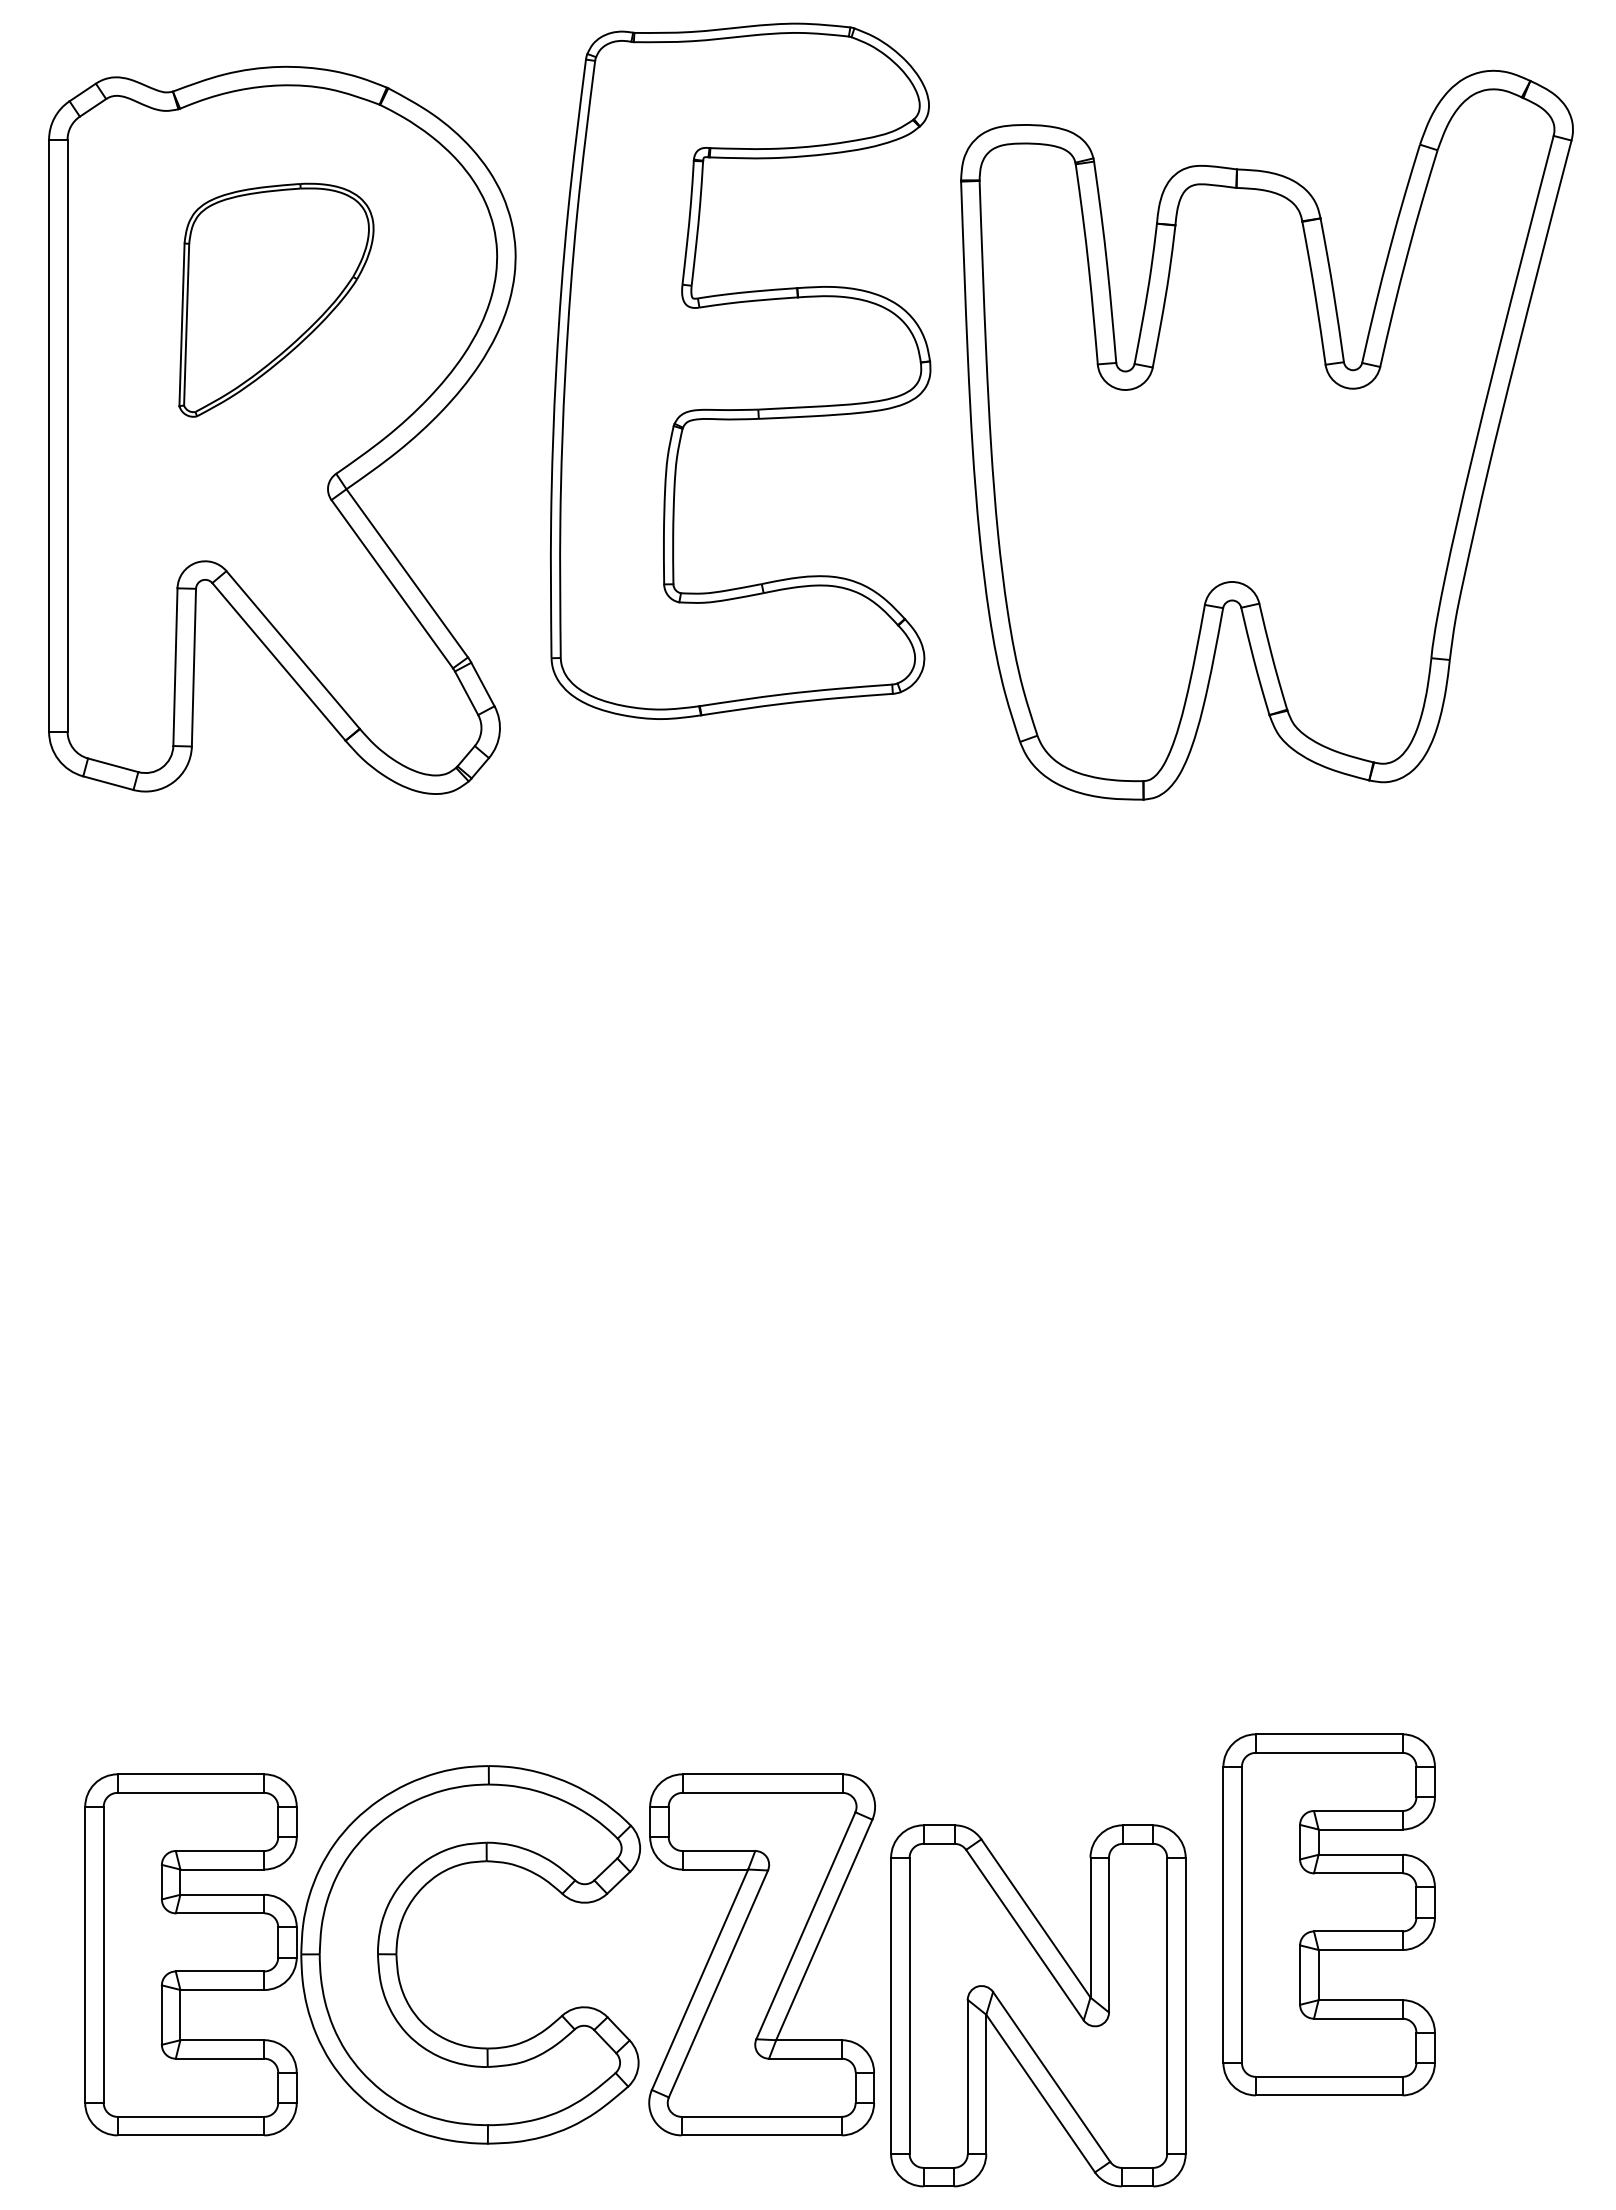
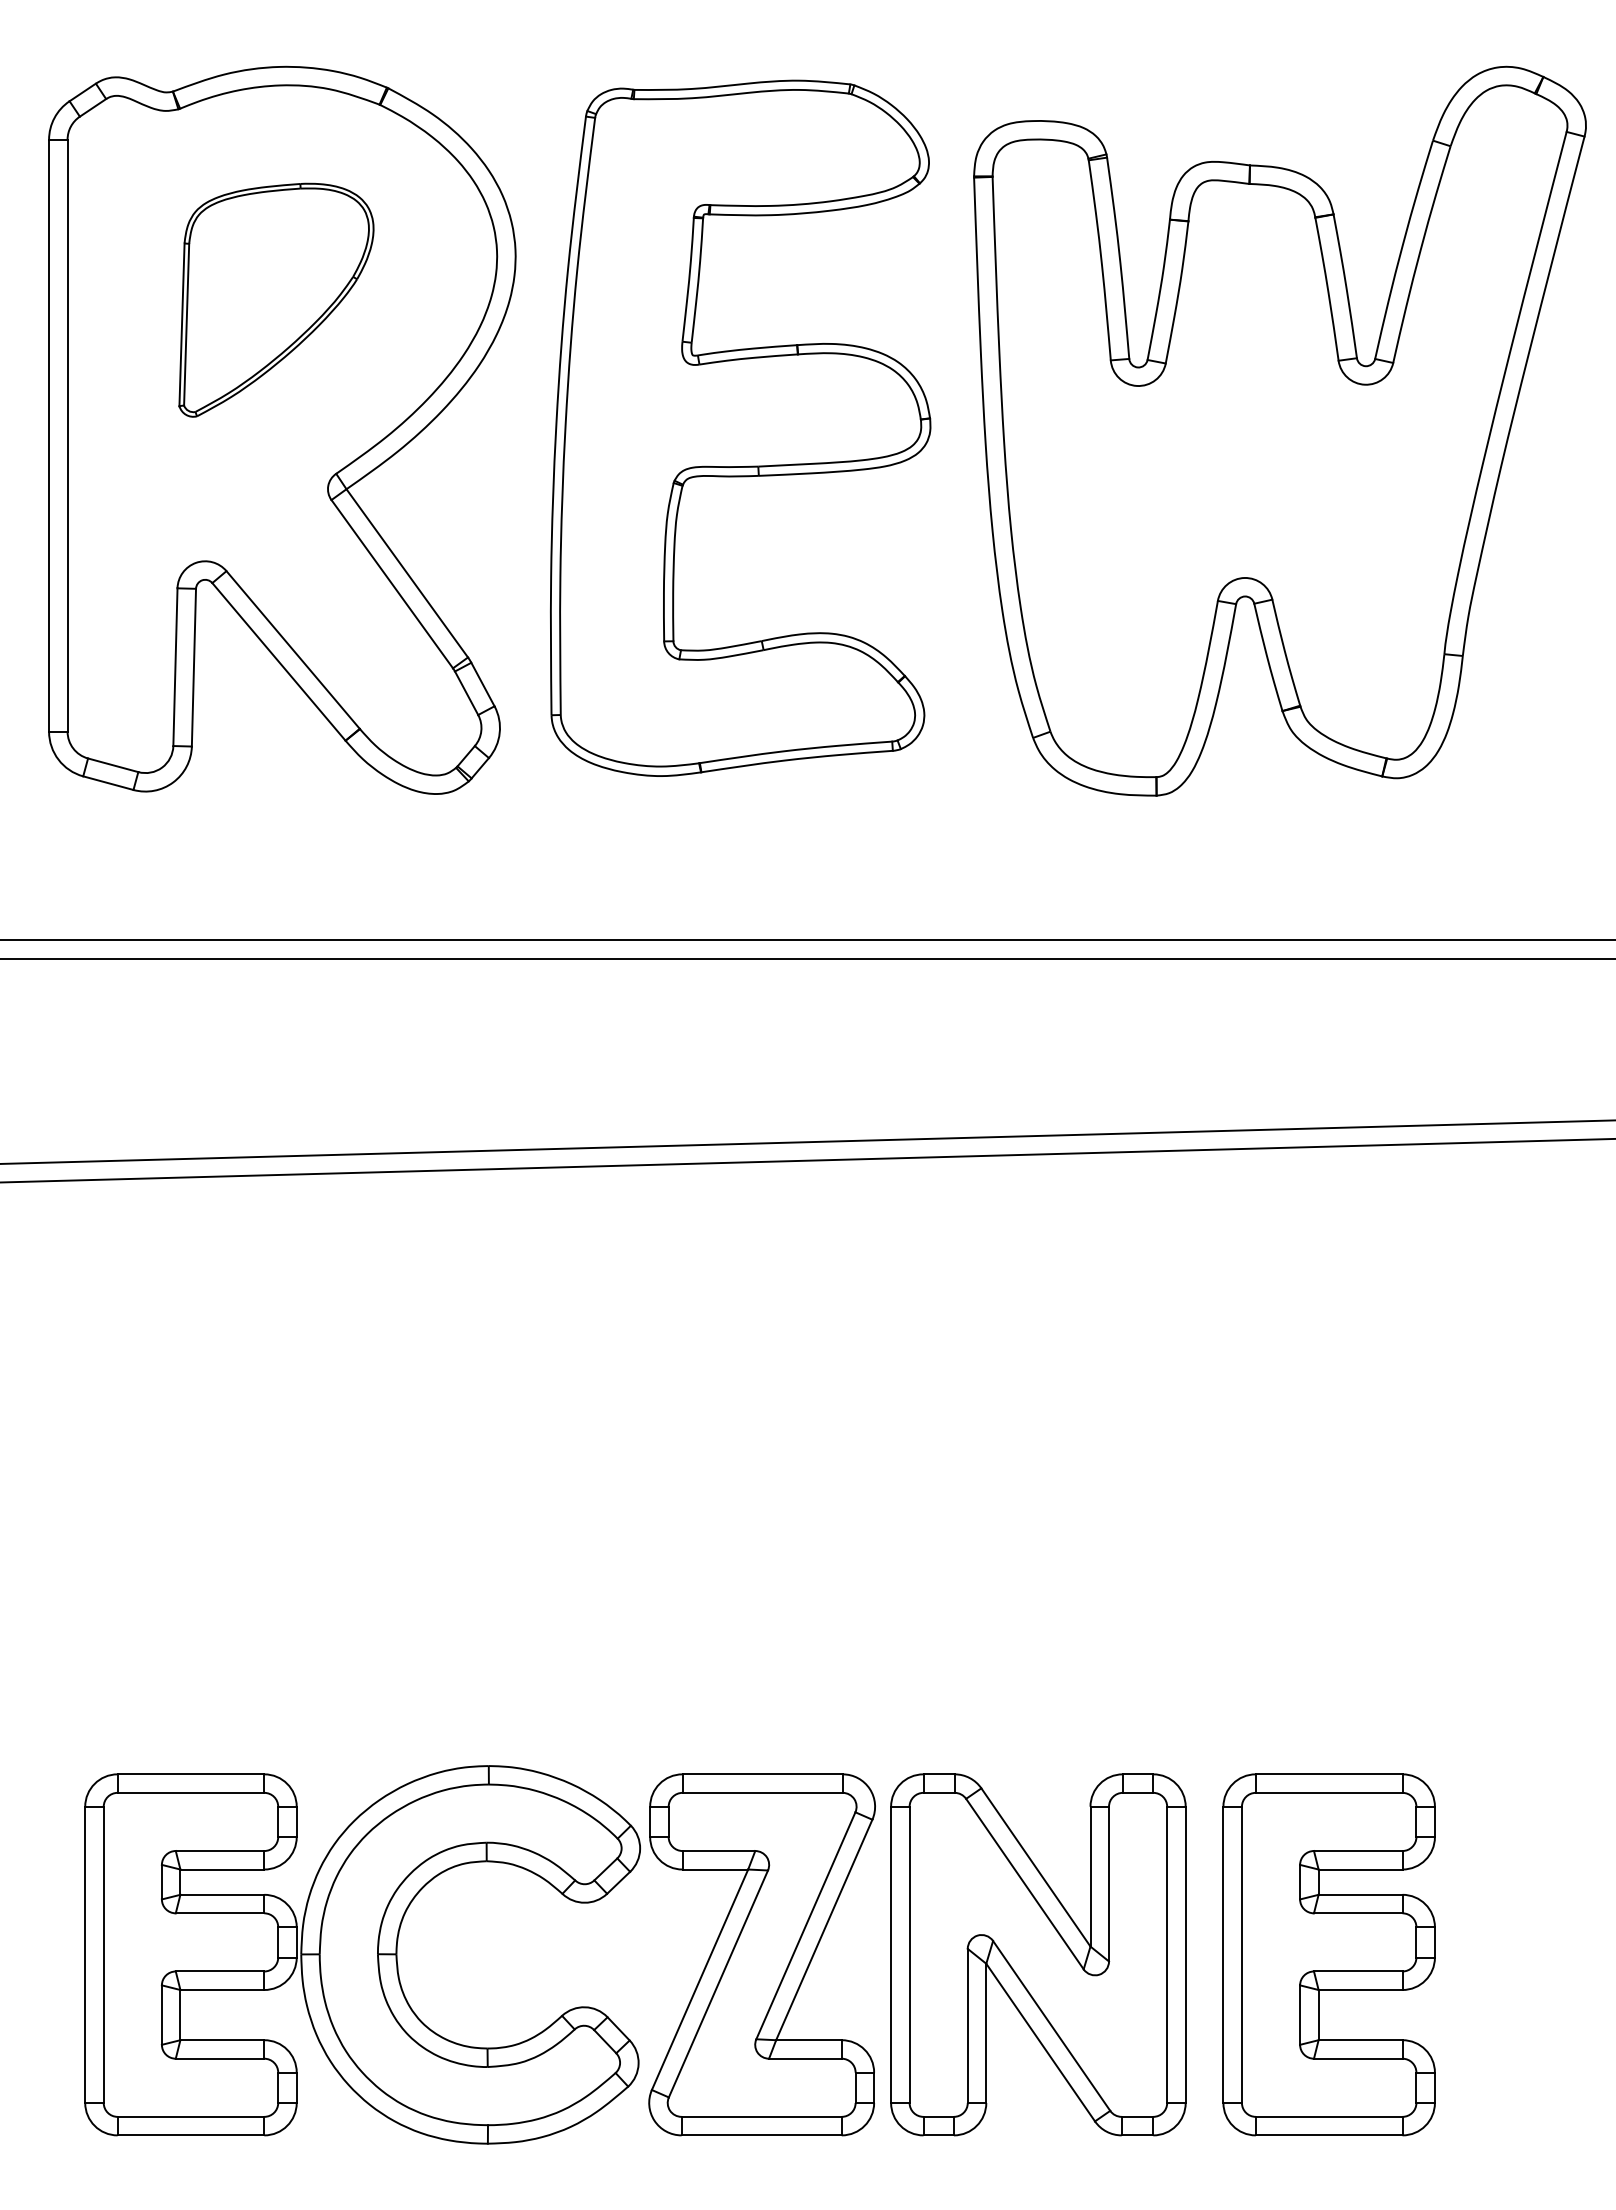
part at (740, 370) position: (740, 370) -> (740, 427)
part at (1266, 434) position: (1266, 434) -> (1279, 430)
line at (807, 940): none -> present
line at (807, 958): none -> present
line at (807, 1141): none -> present
line at (807, 1160): none -> present
part at (1328, 1914) position: (1328, 1914) -> (1328, 1954)
part at (1038, 2005) position: (1038, 2005) -> (1038, 1954)
